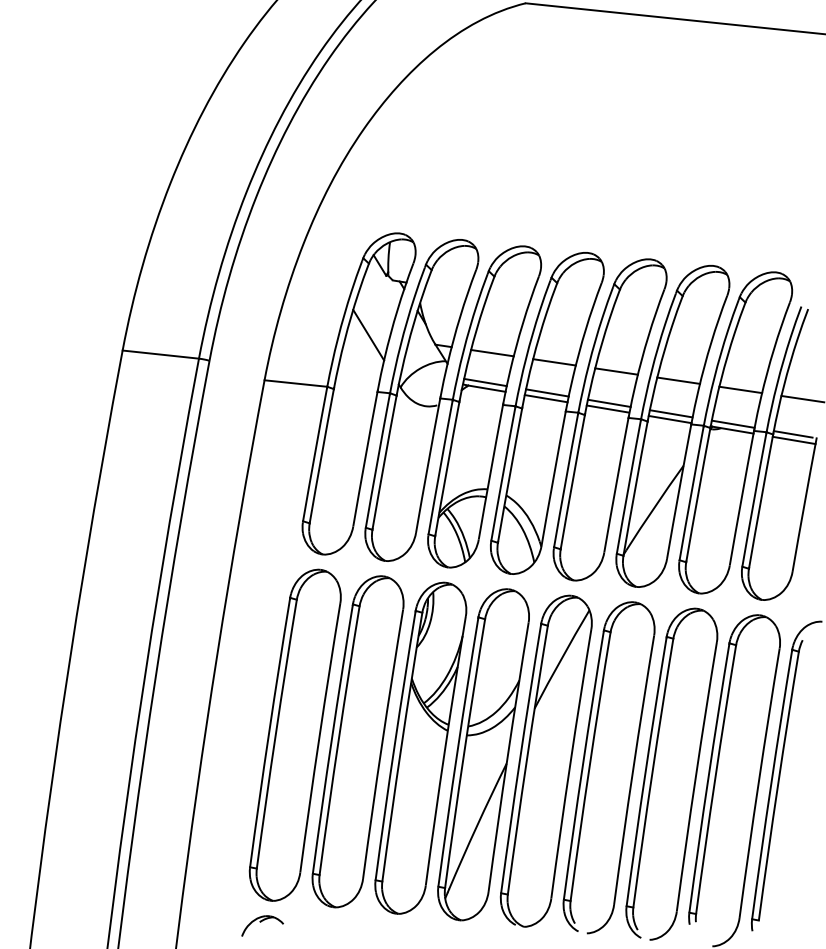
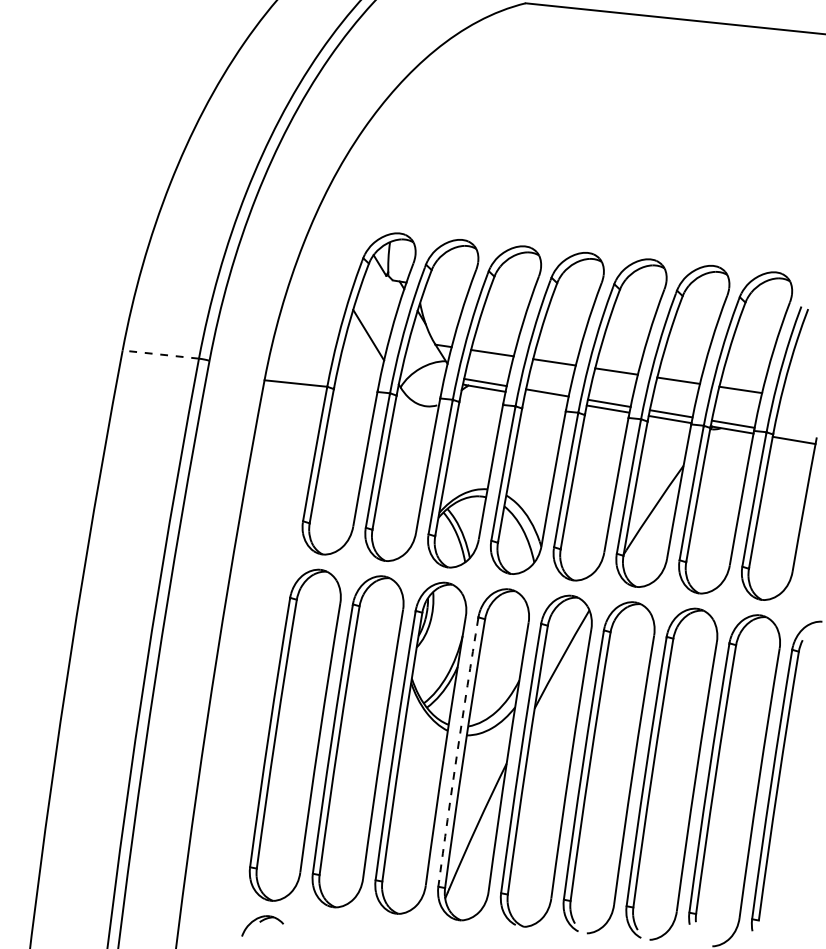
line at (160, 354): solid -> dashed
line at (545, 398): present -> none
line at (801, 398): present -> none
line at (792, 434): present -> none
arc at (457, 752): solid -> dashed
